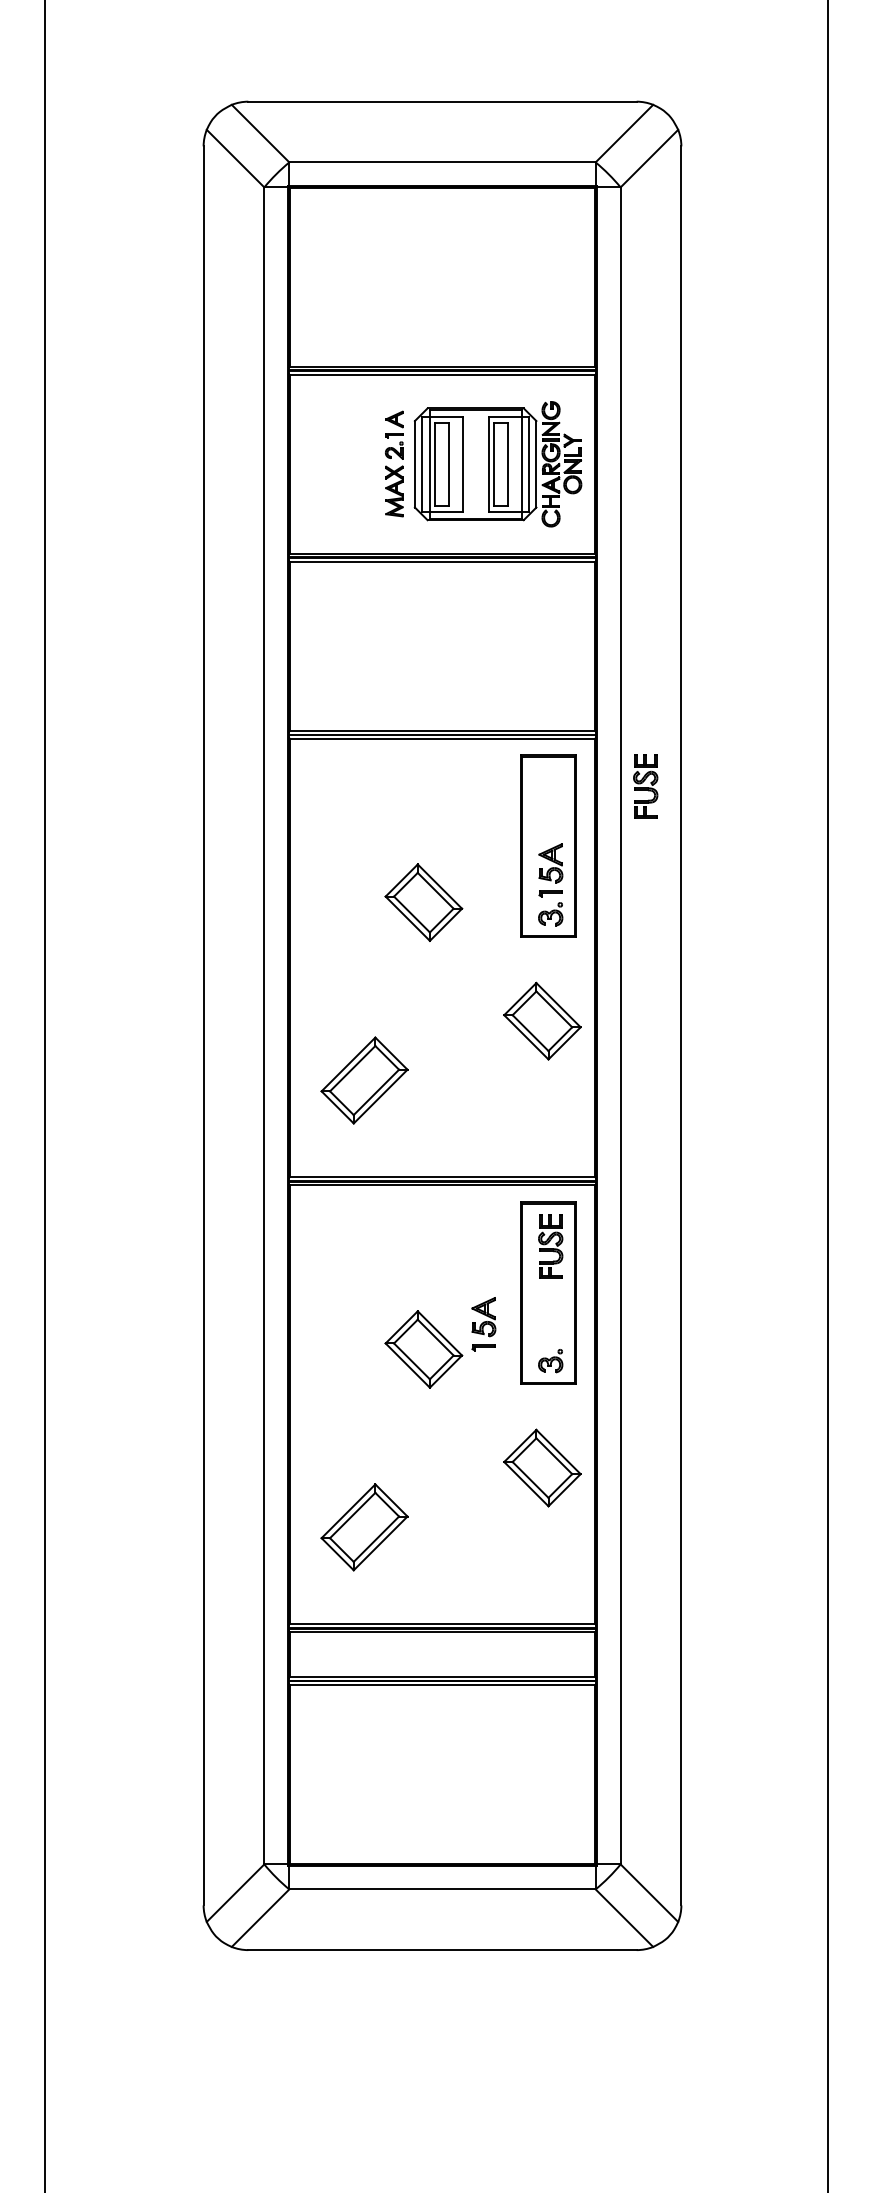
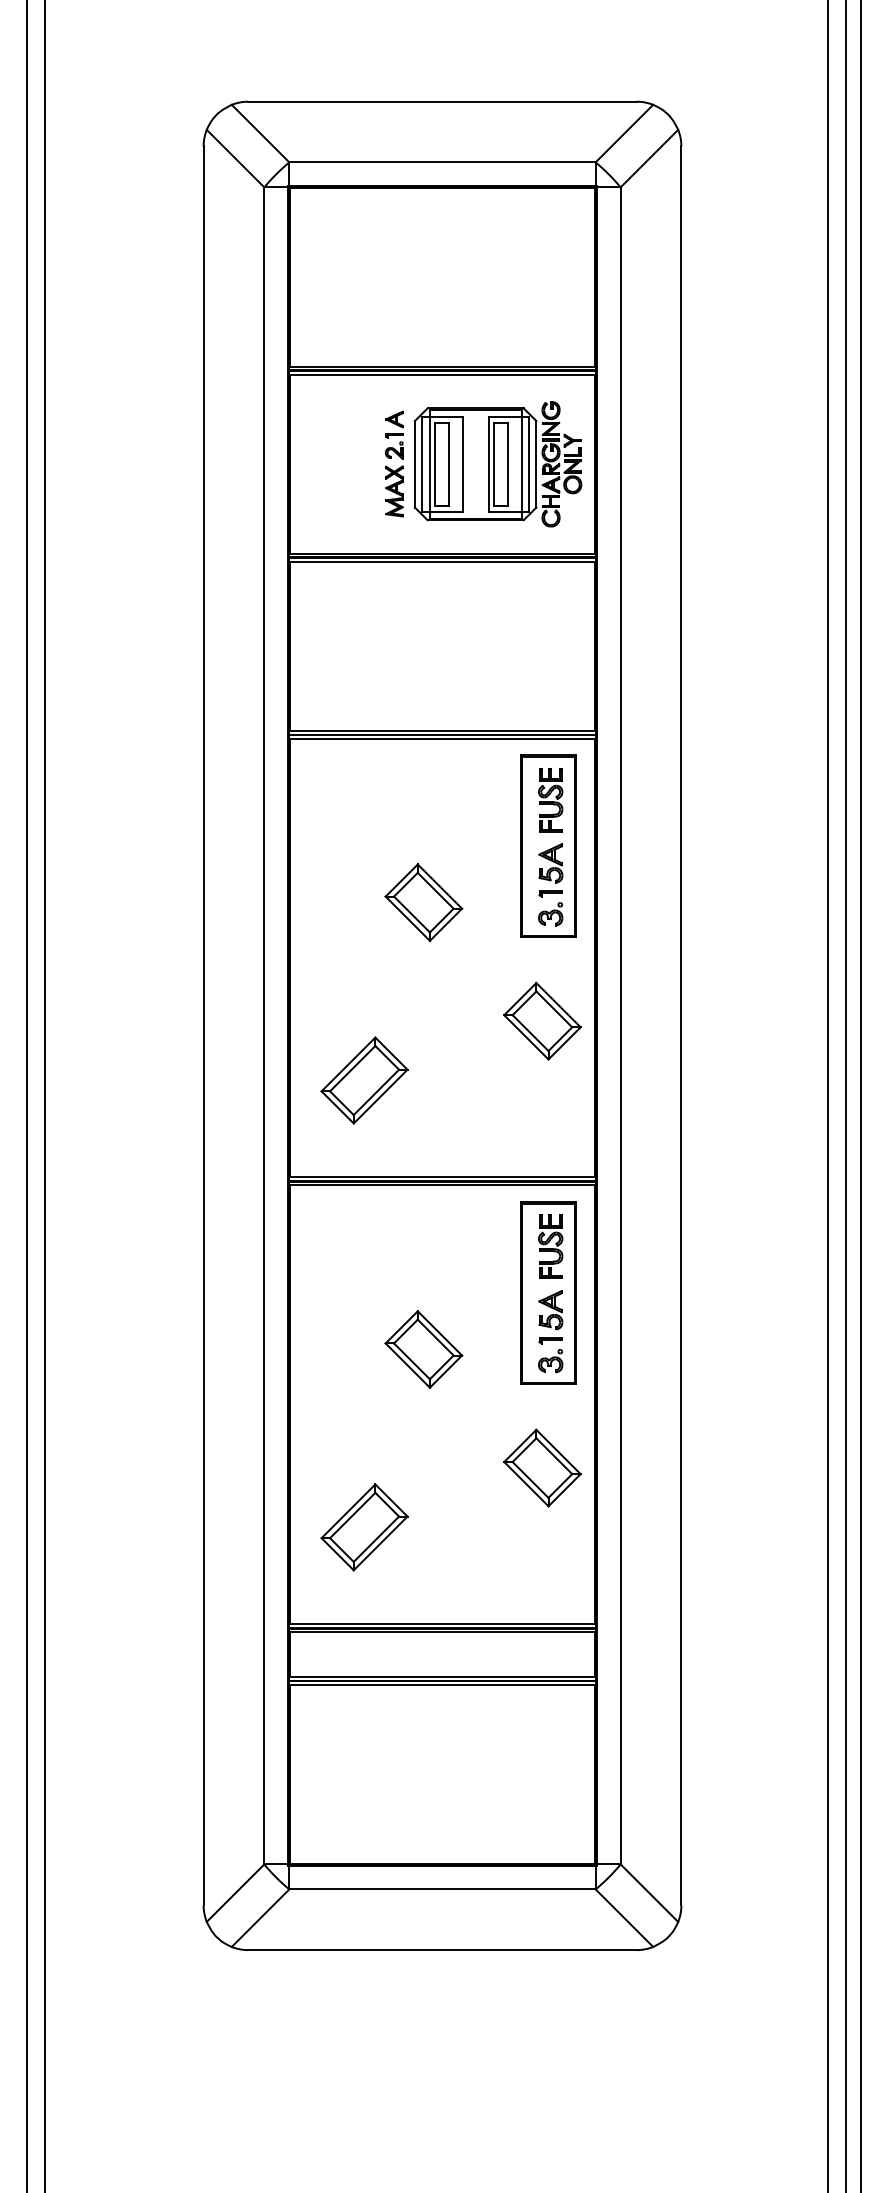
part at (645, 786) position: (645, 786) -> (550, 800)
line at (26, 1095): none -> present
line at (846, 1095): none -> present
line at (861, 1095): none -> present
part at (483, 1324) position: (483, 1324) -> (550, 1317)
